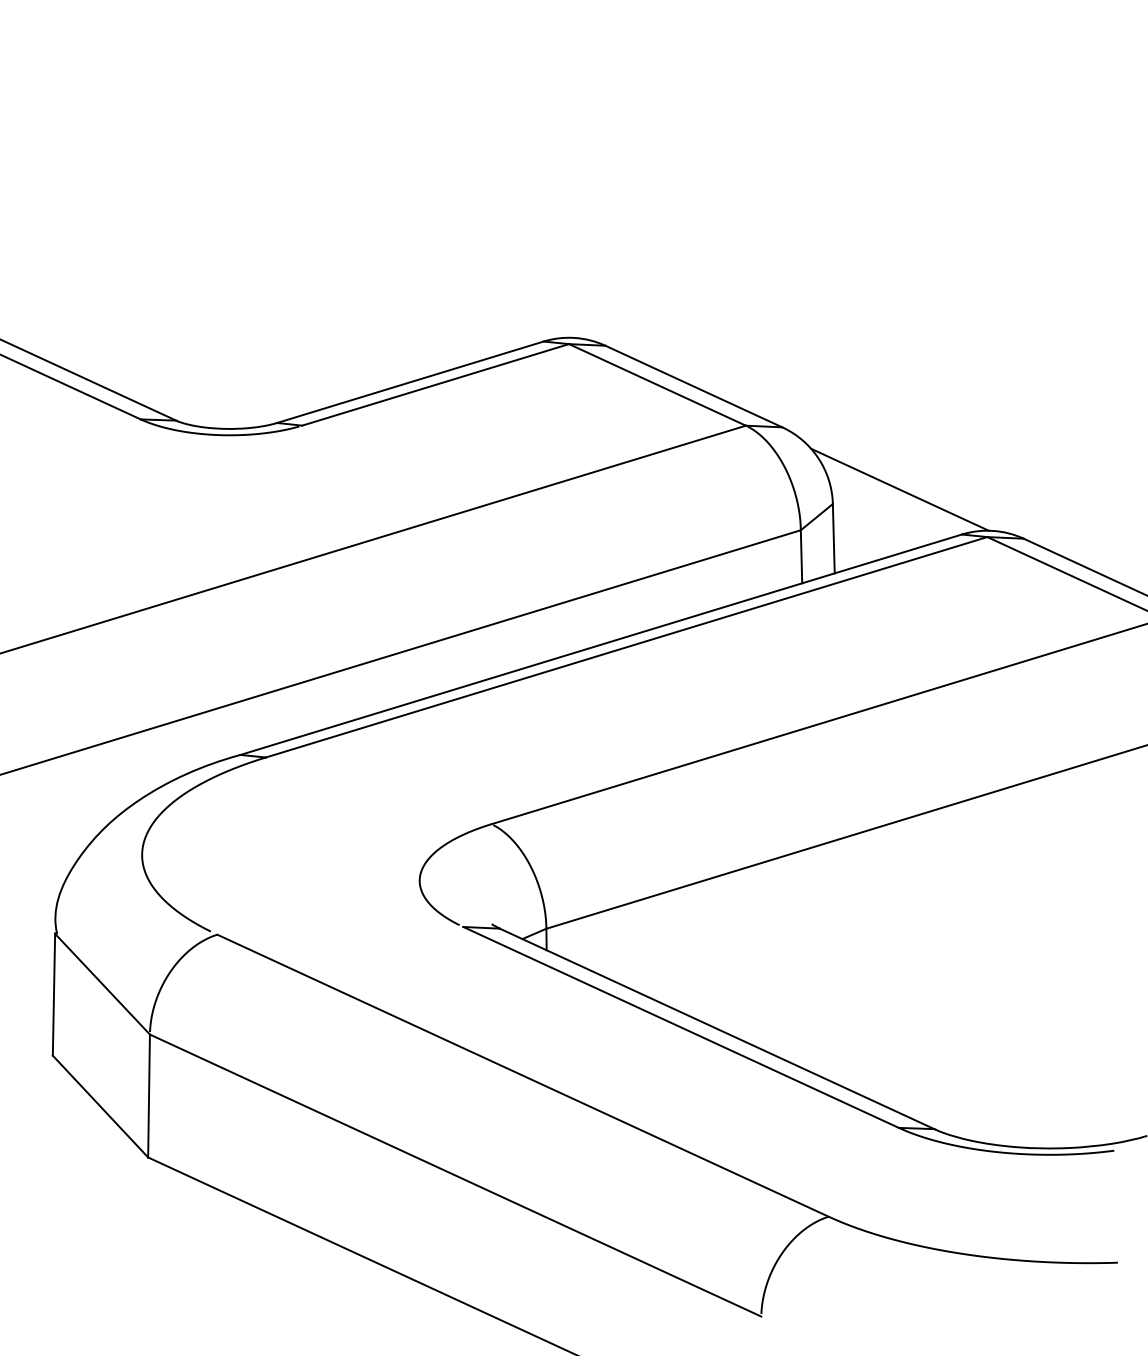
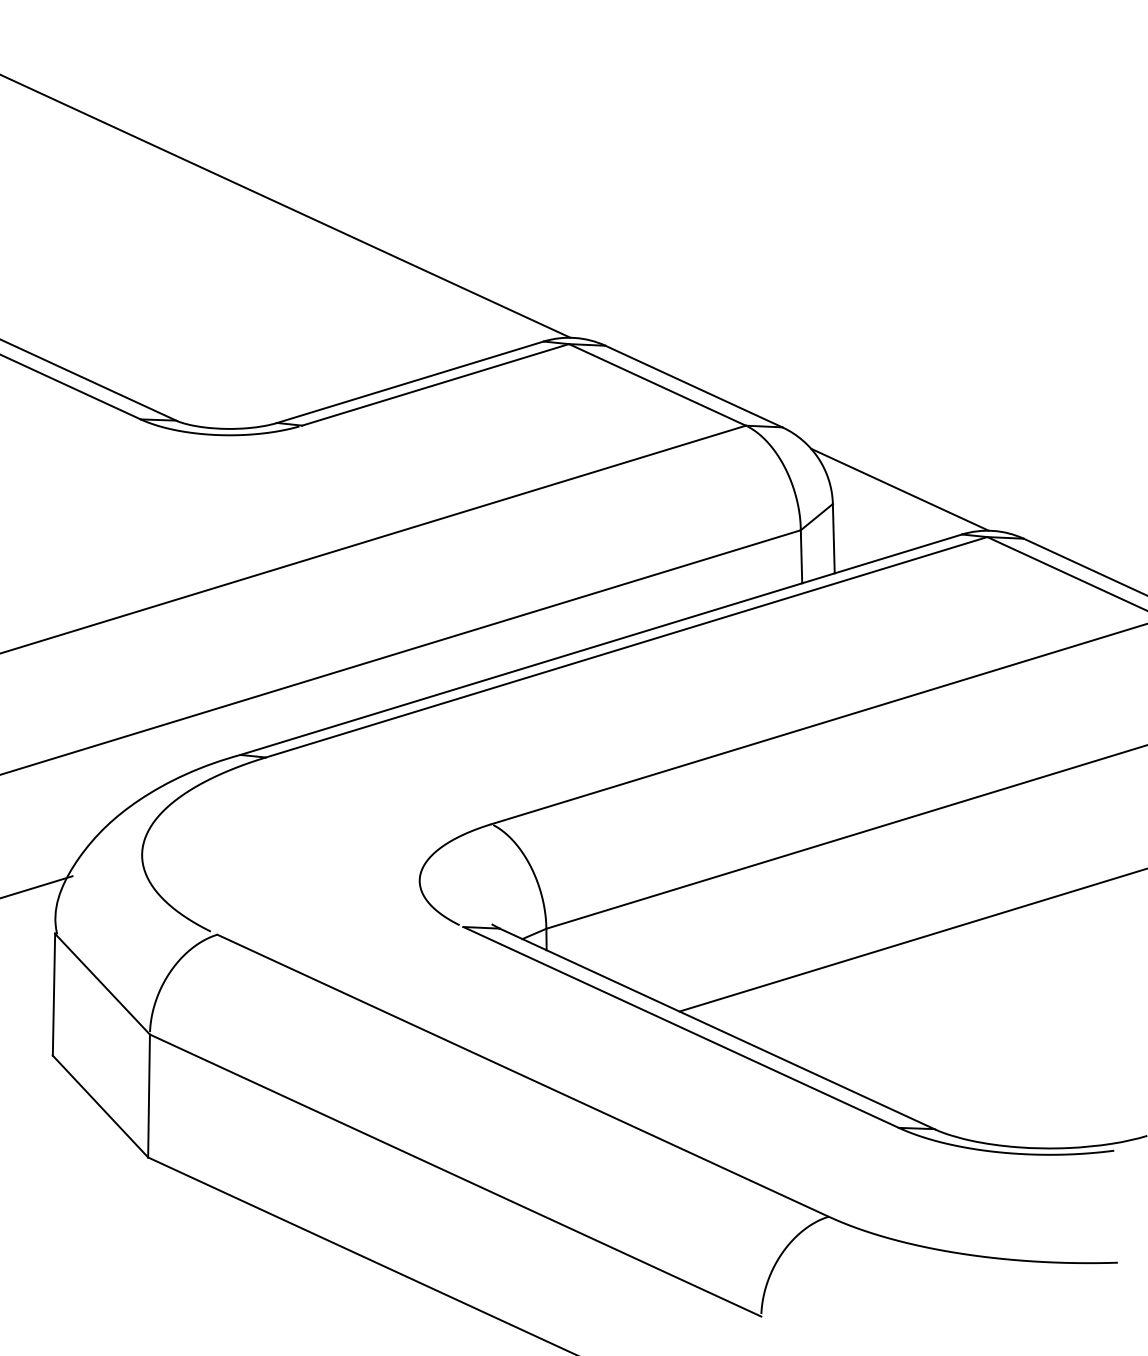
line at (286, 206): none -> present
line at (37, 886): none -> present
line at (911, 940): none -> present
